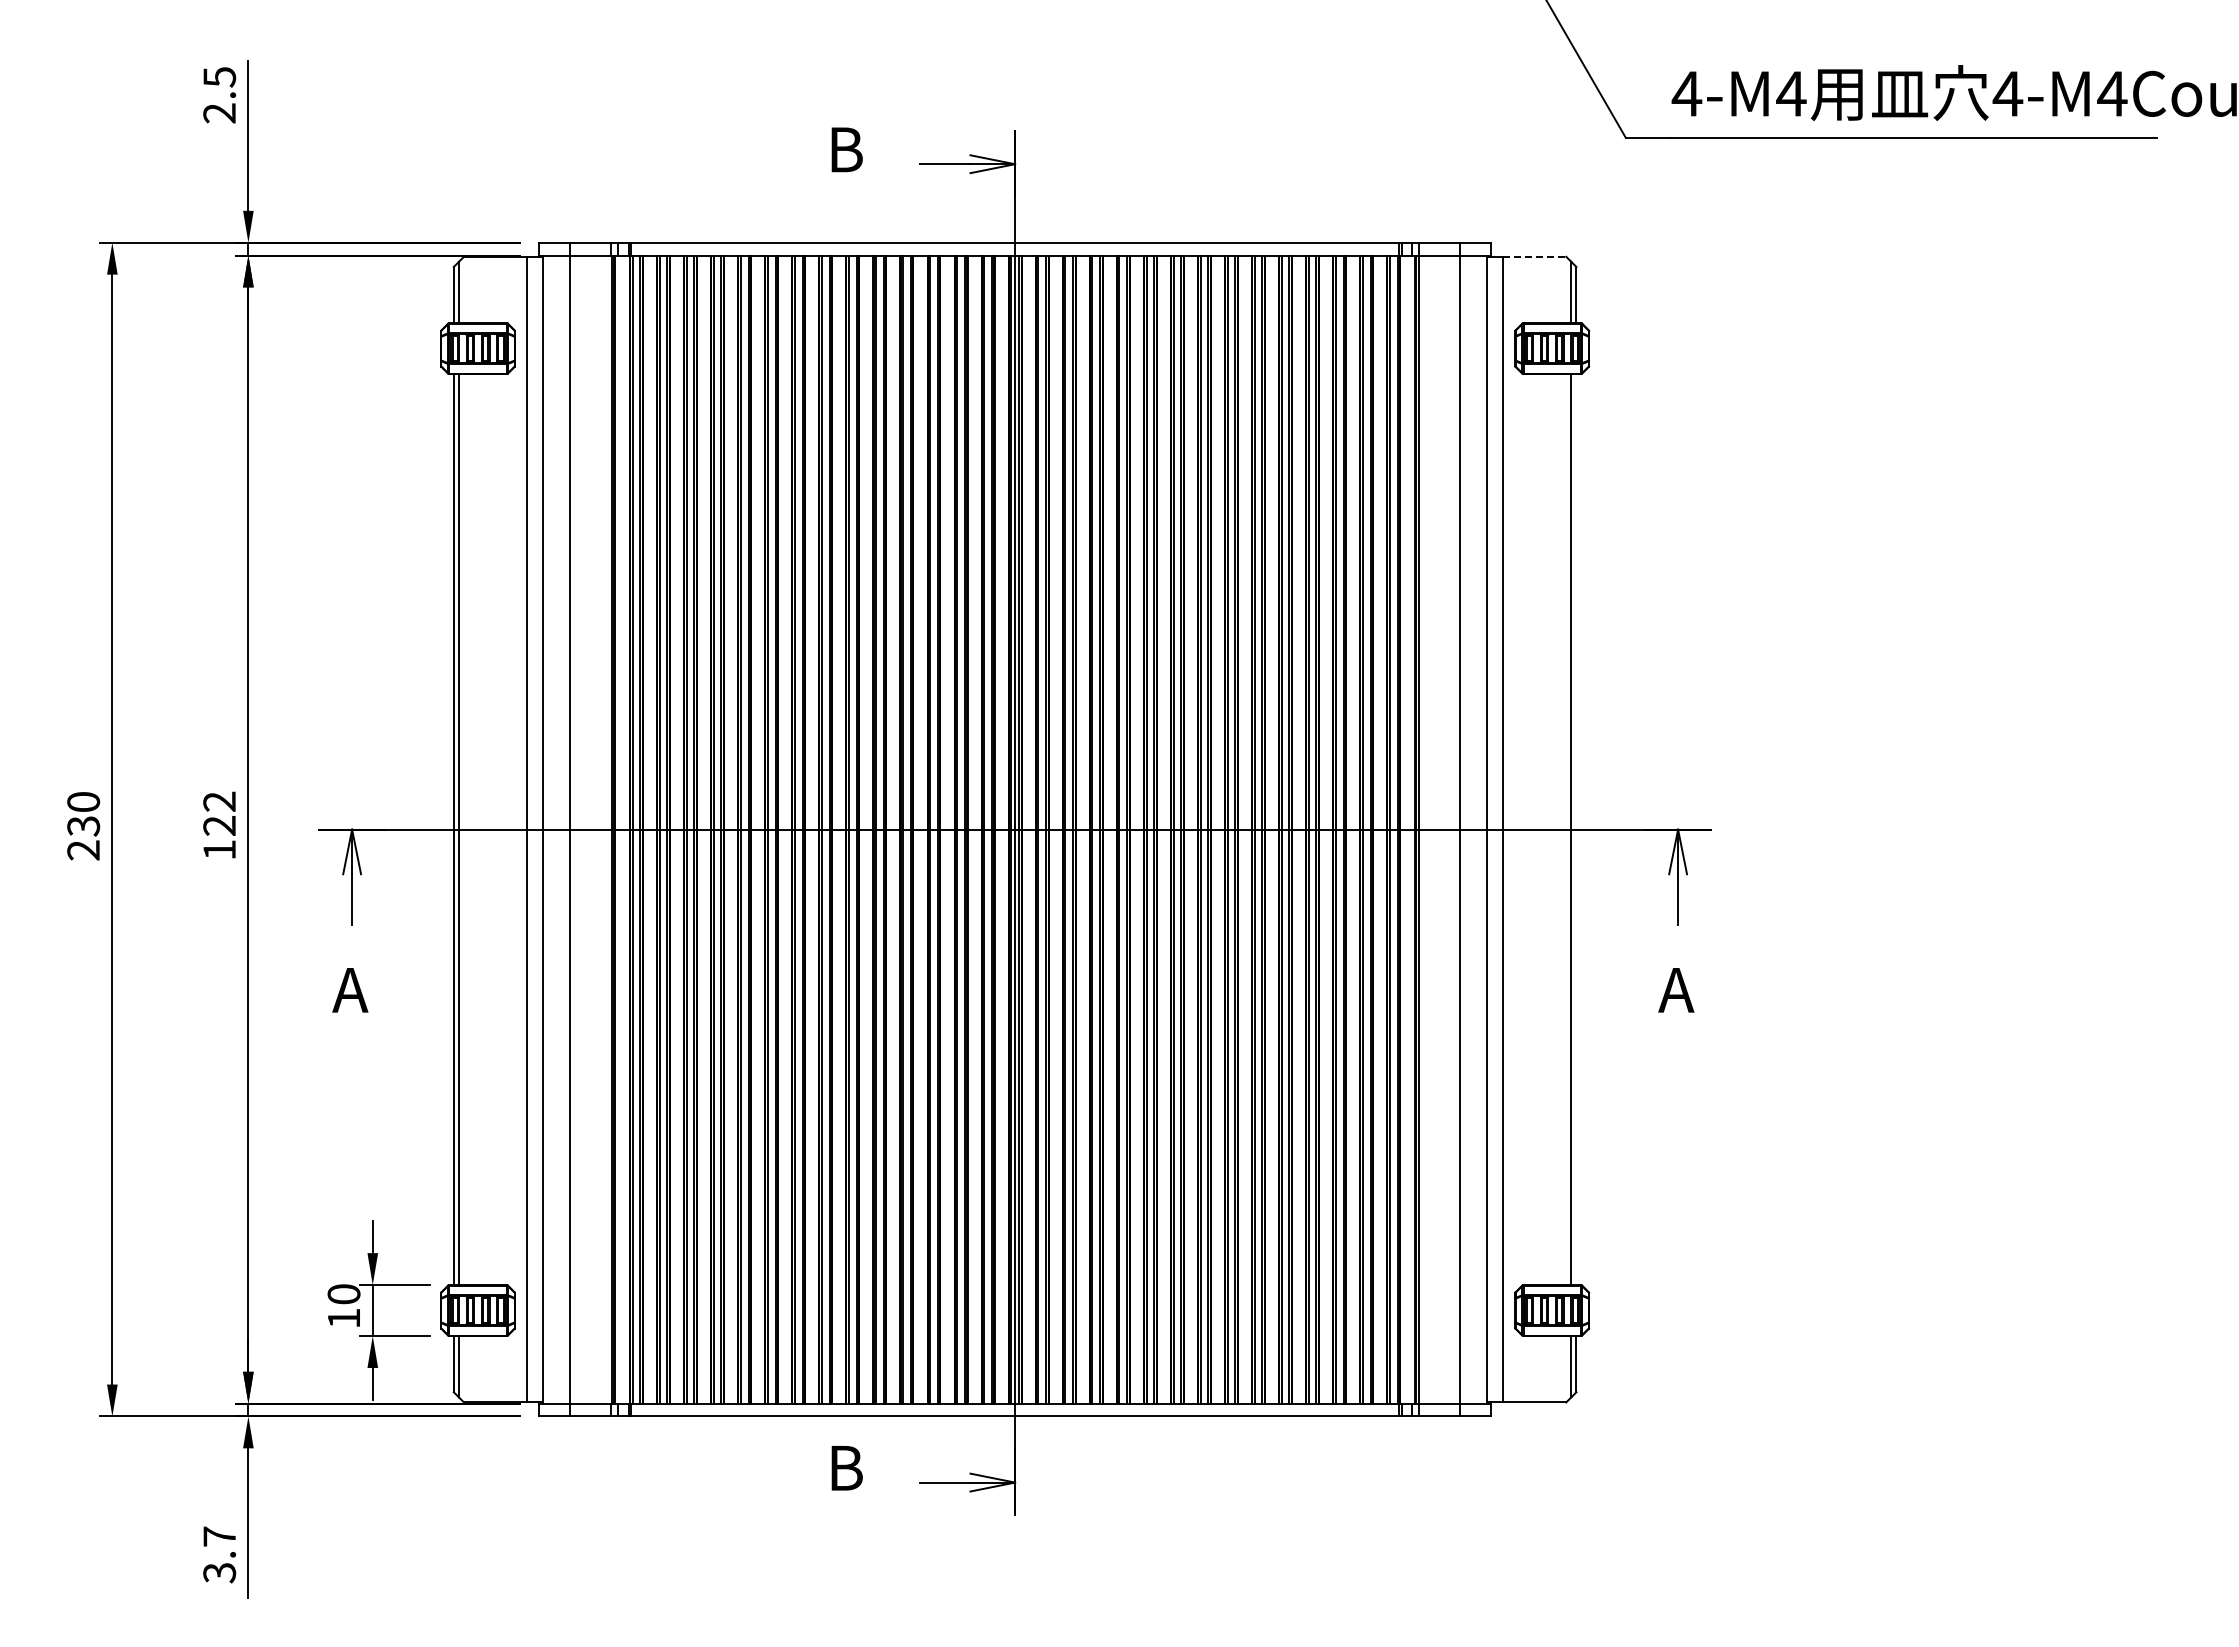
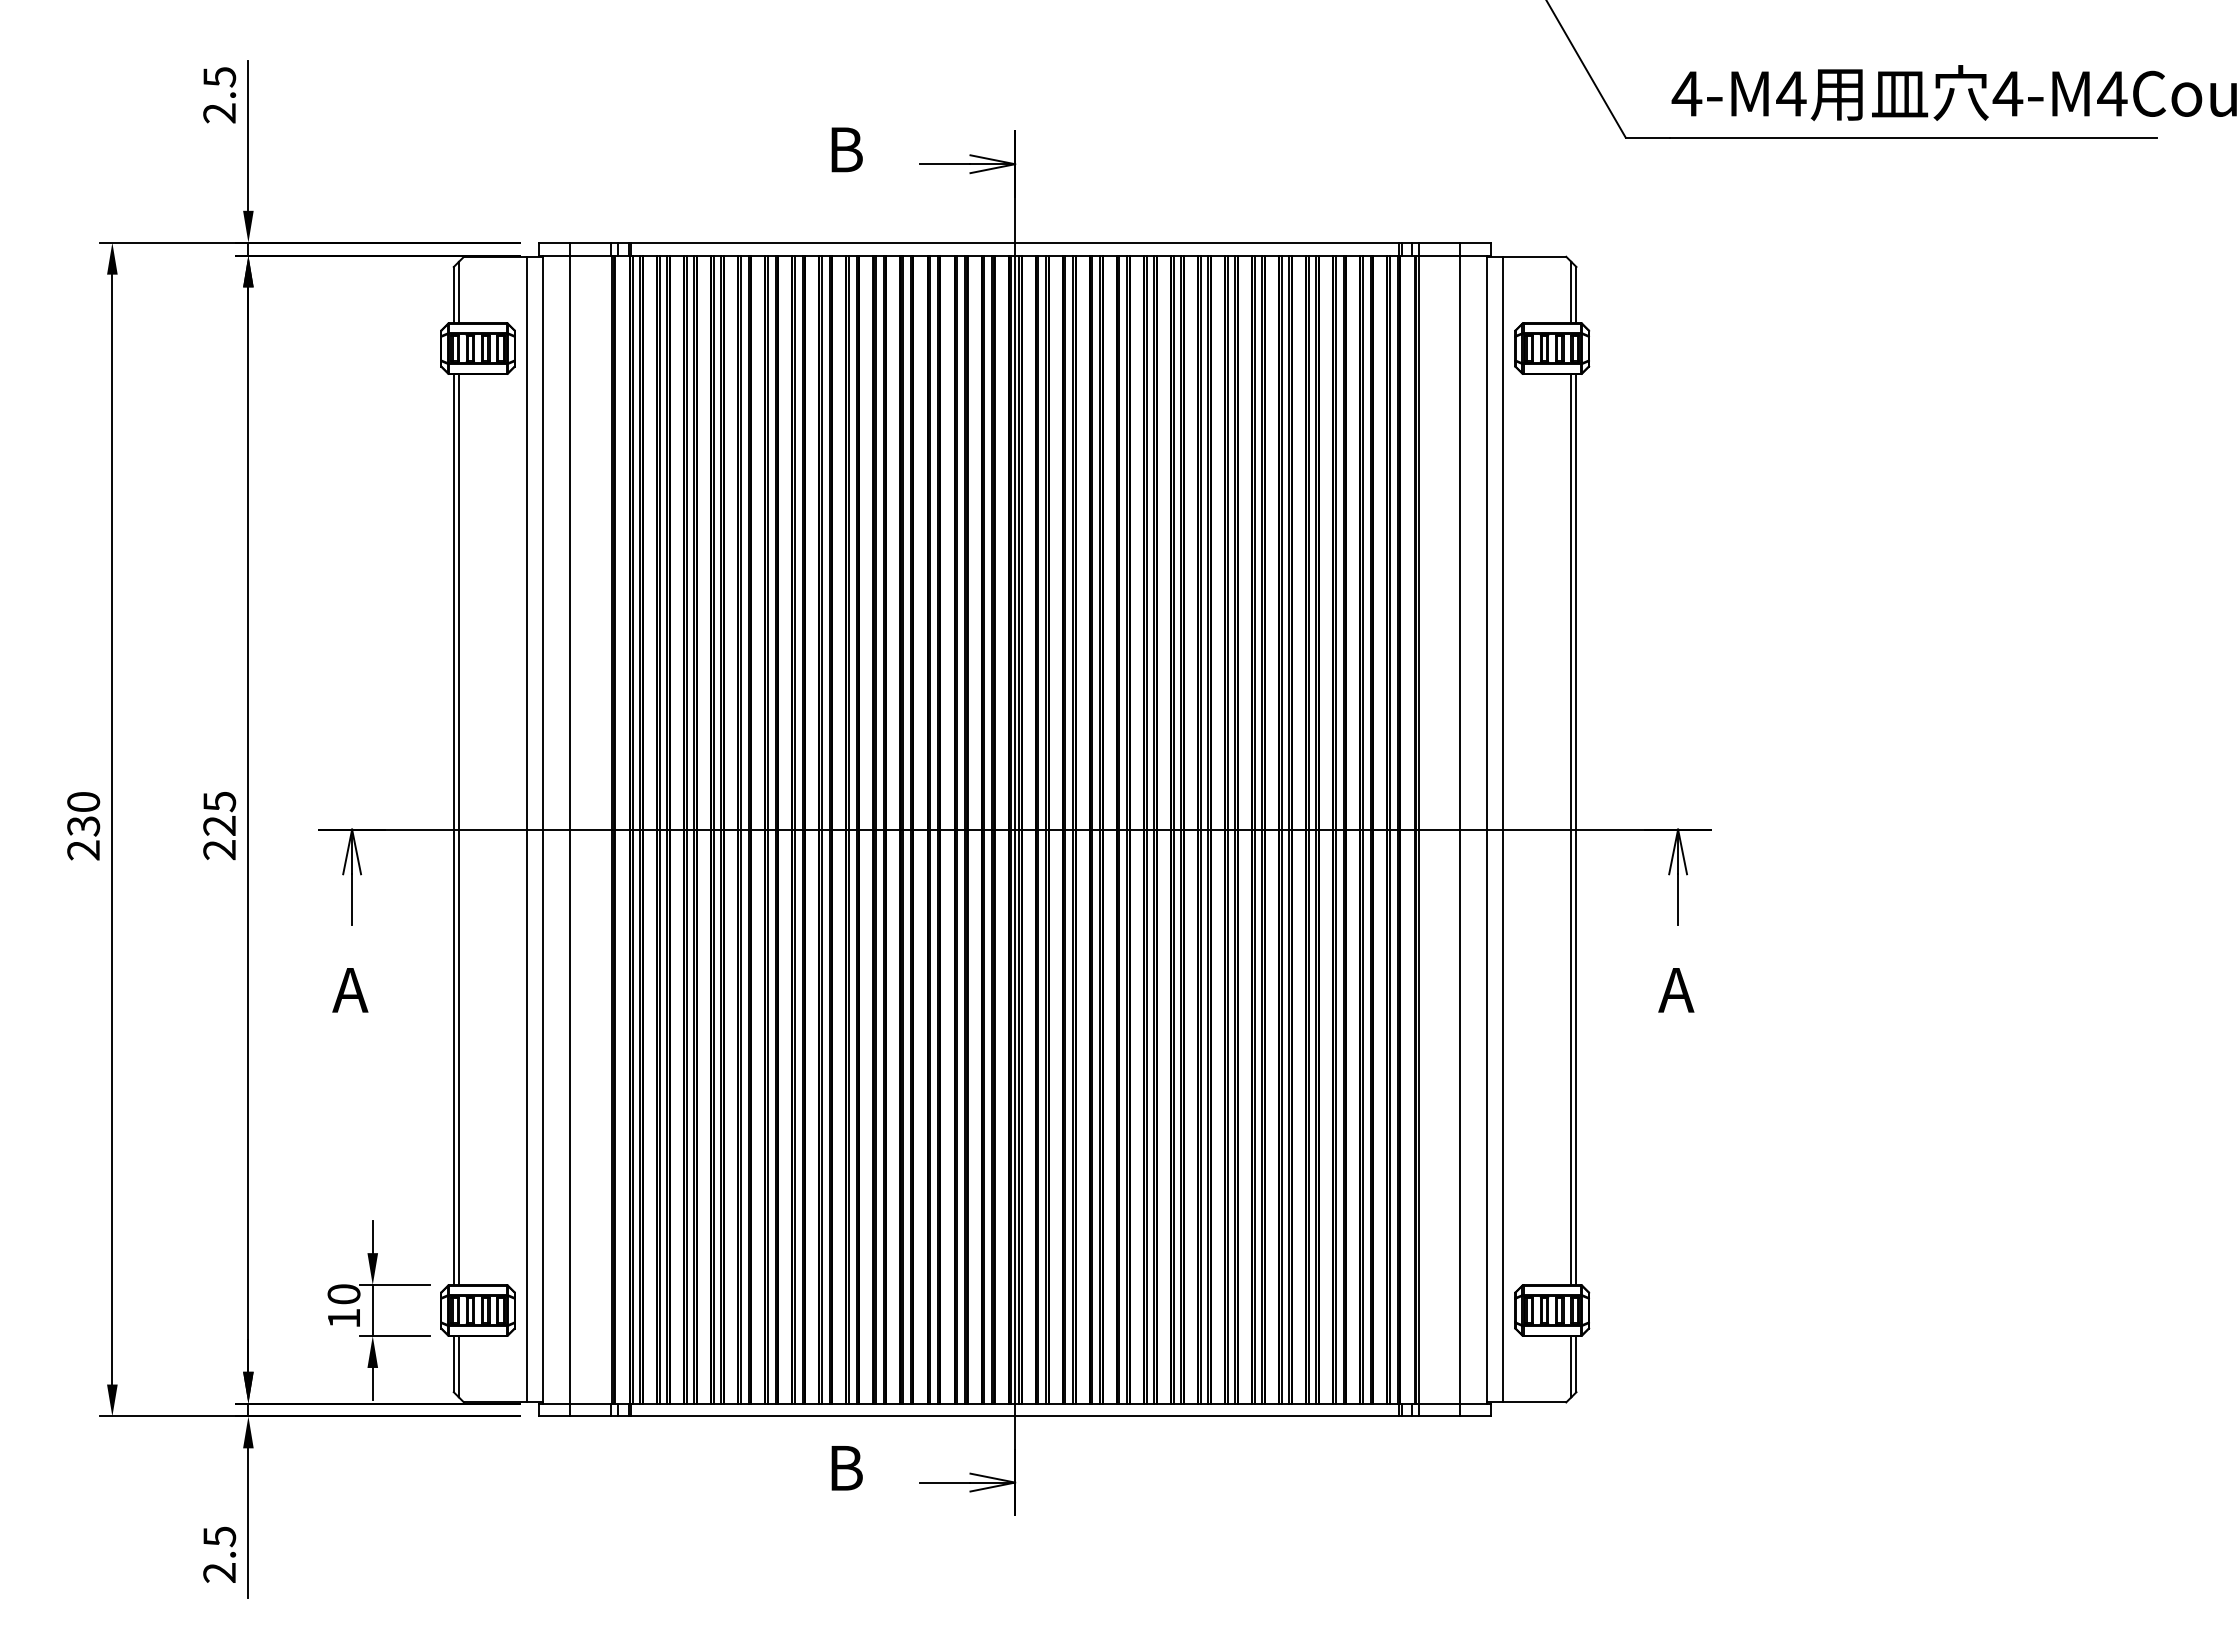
line at (1535, 256): dashed -> solid
text at (219, 825): 122 -> 225
line at (1576, 829): none -> present
text at (219, 1554): 3.7 -> 2.5
